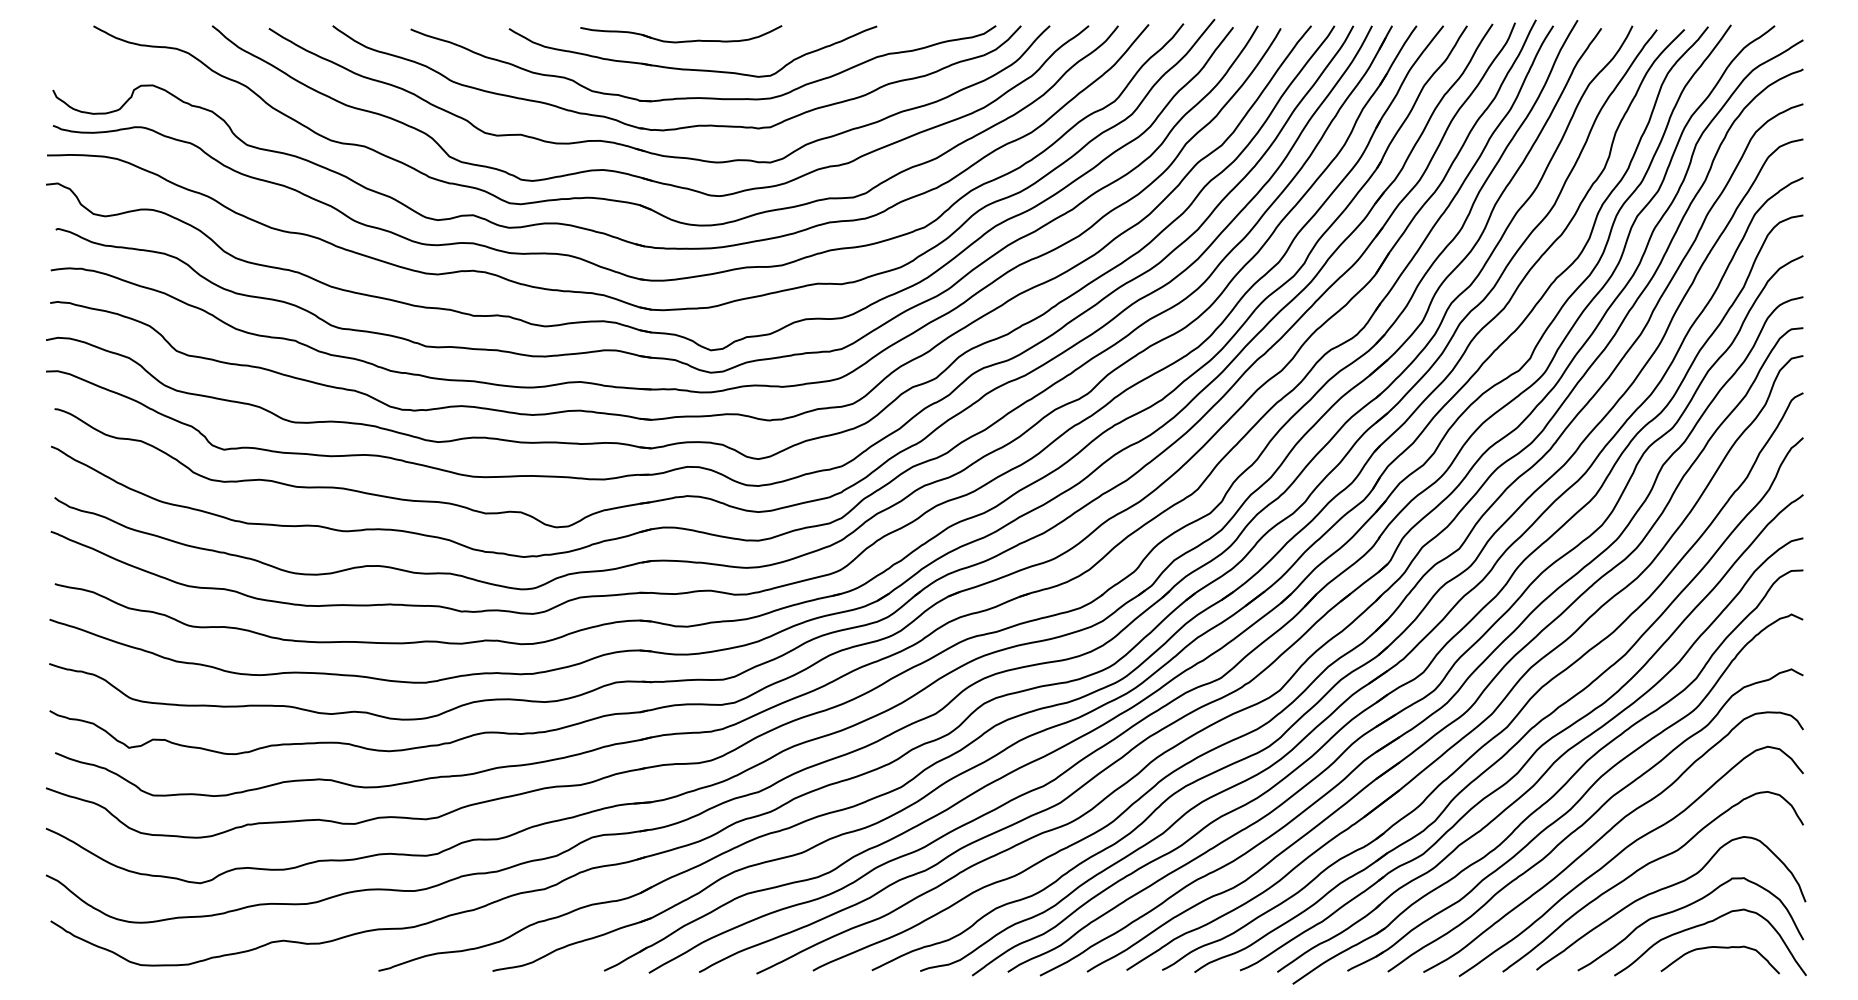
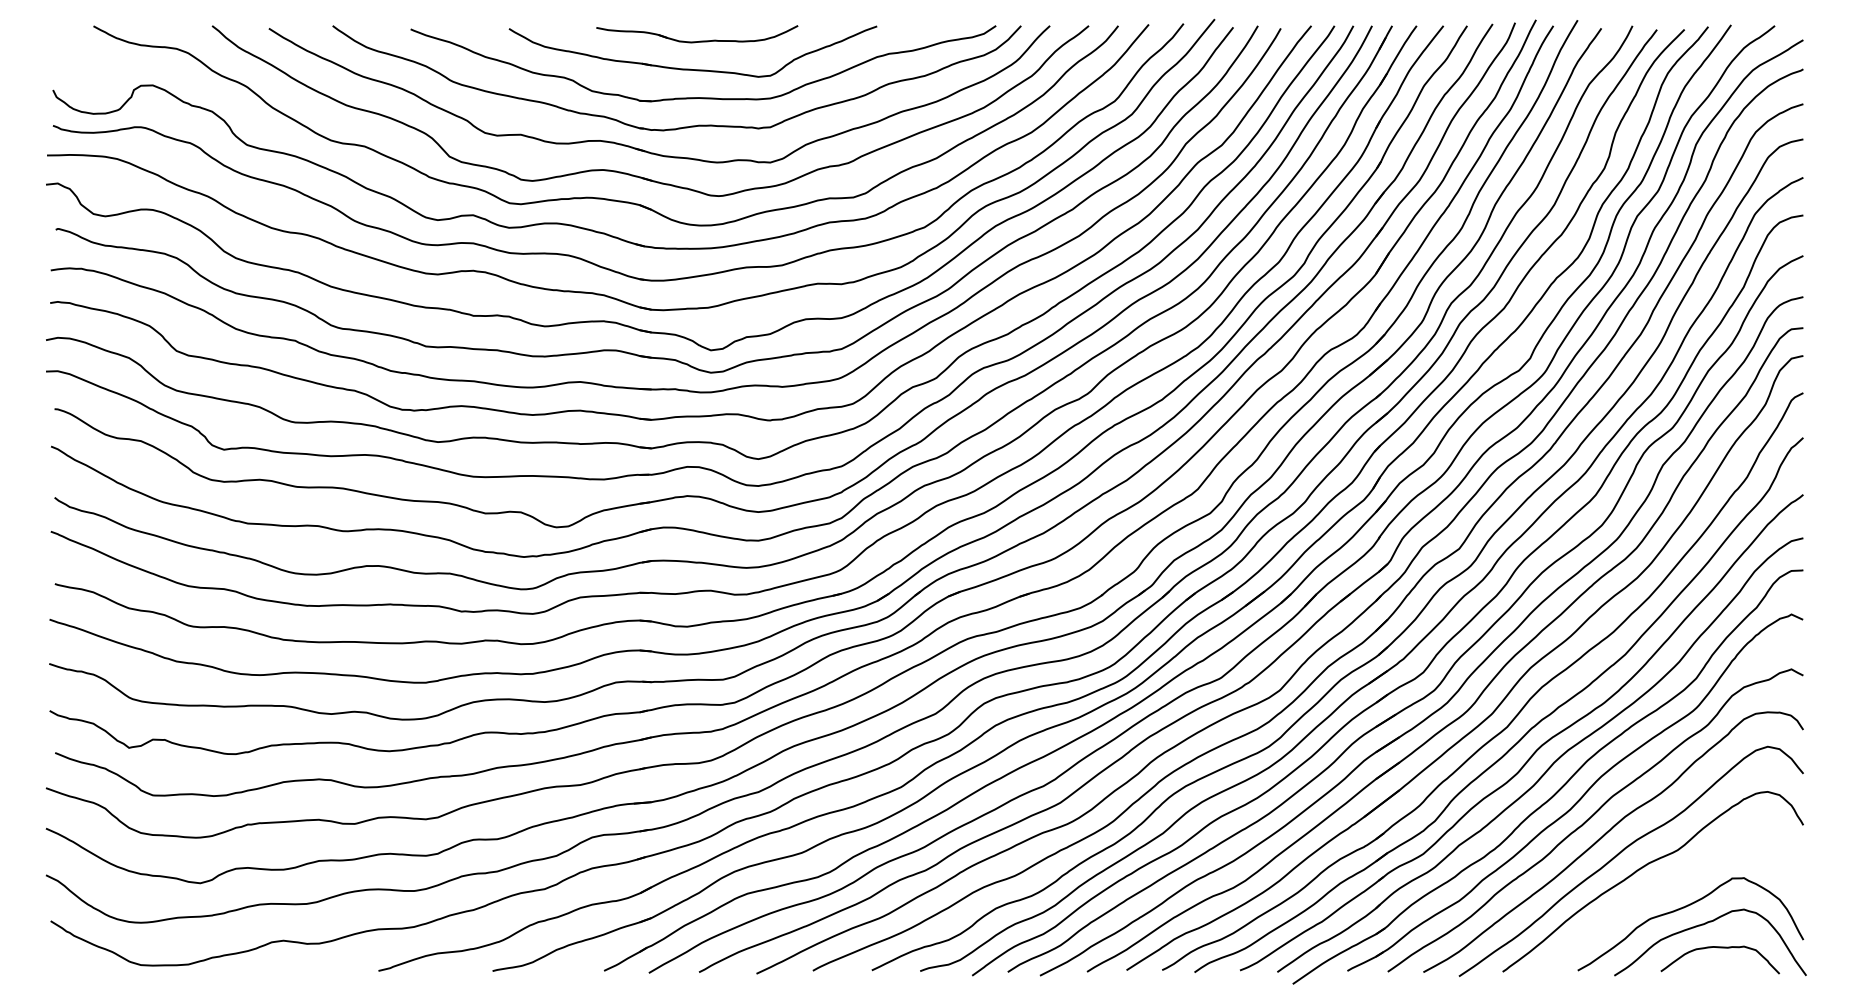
part at (683, 40) position: (683, 40) -> (699, 40)
curve at (1667, 888): present -> none
